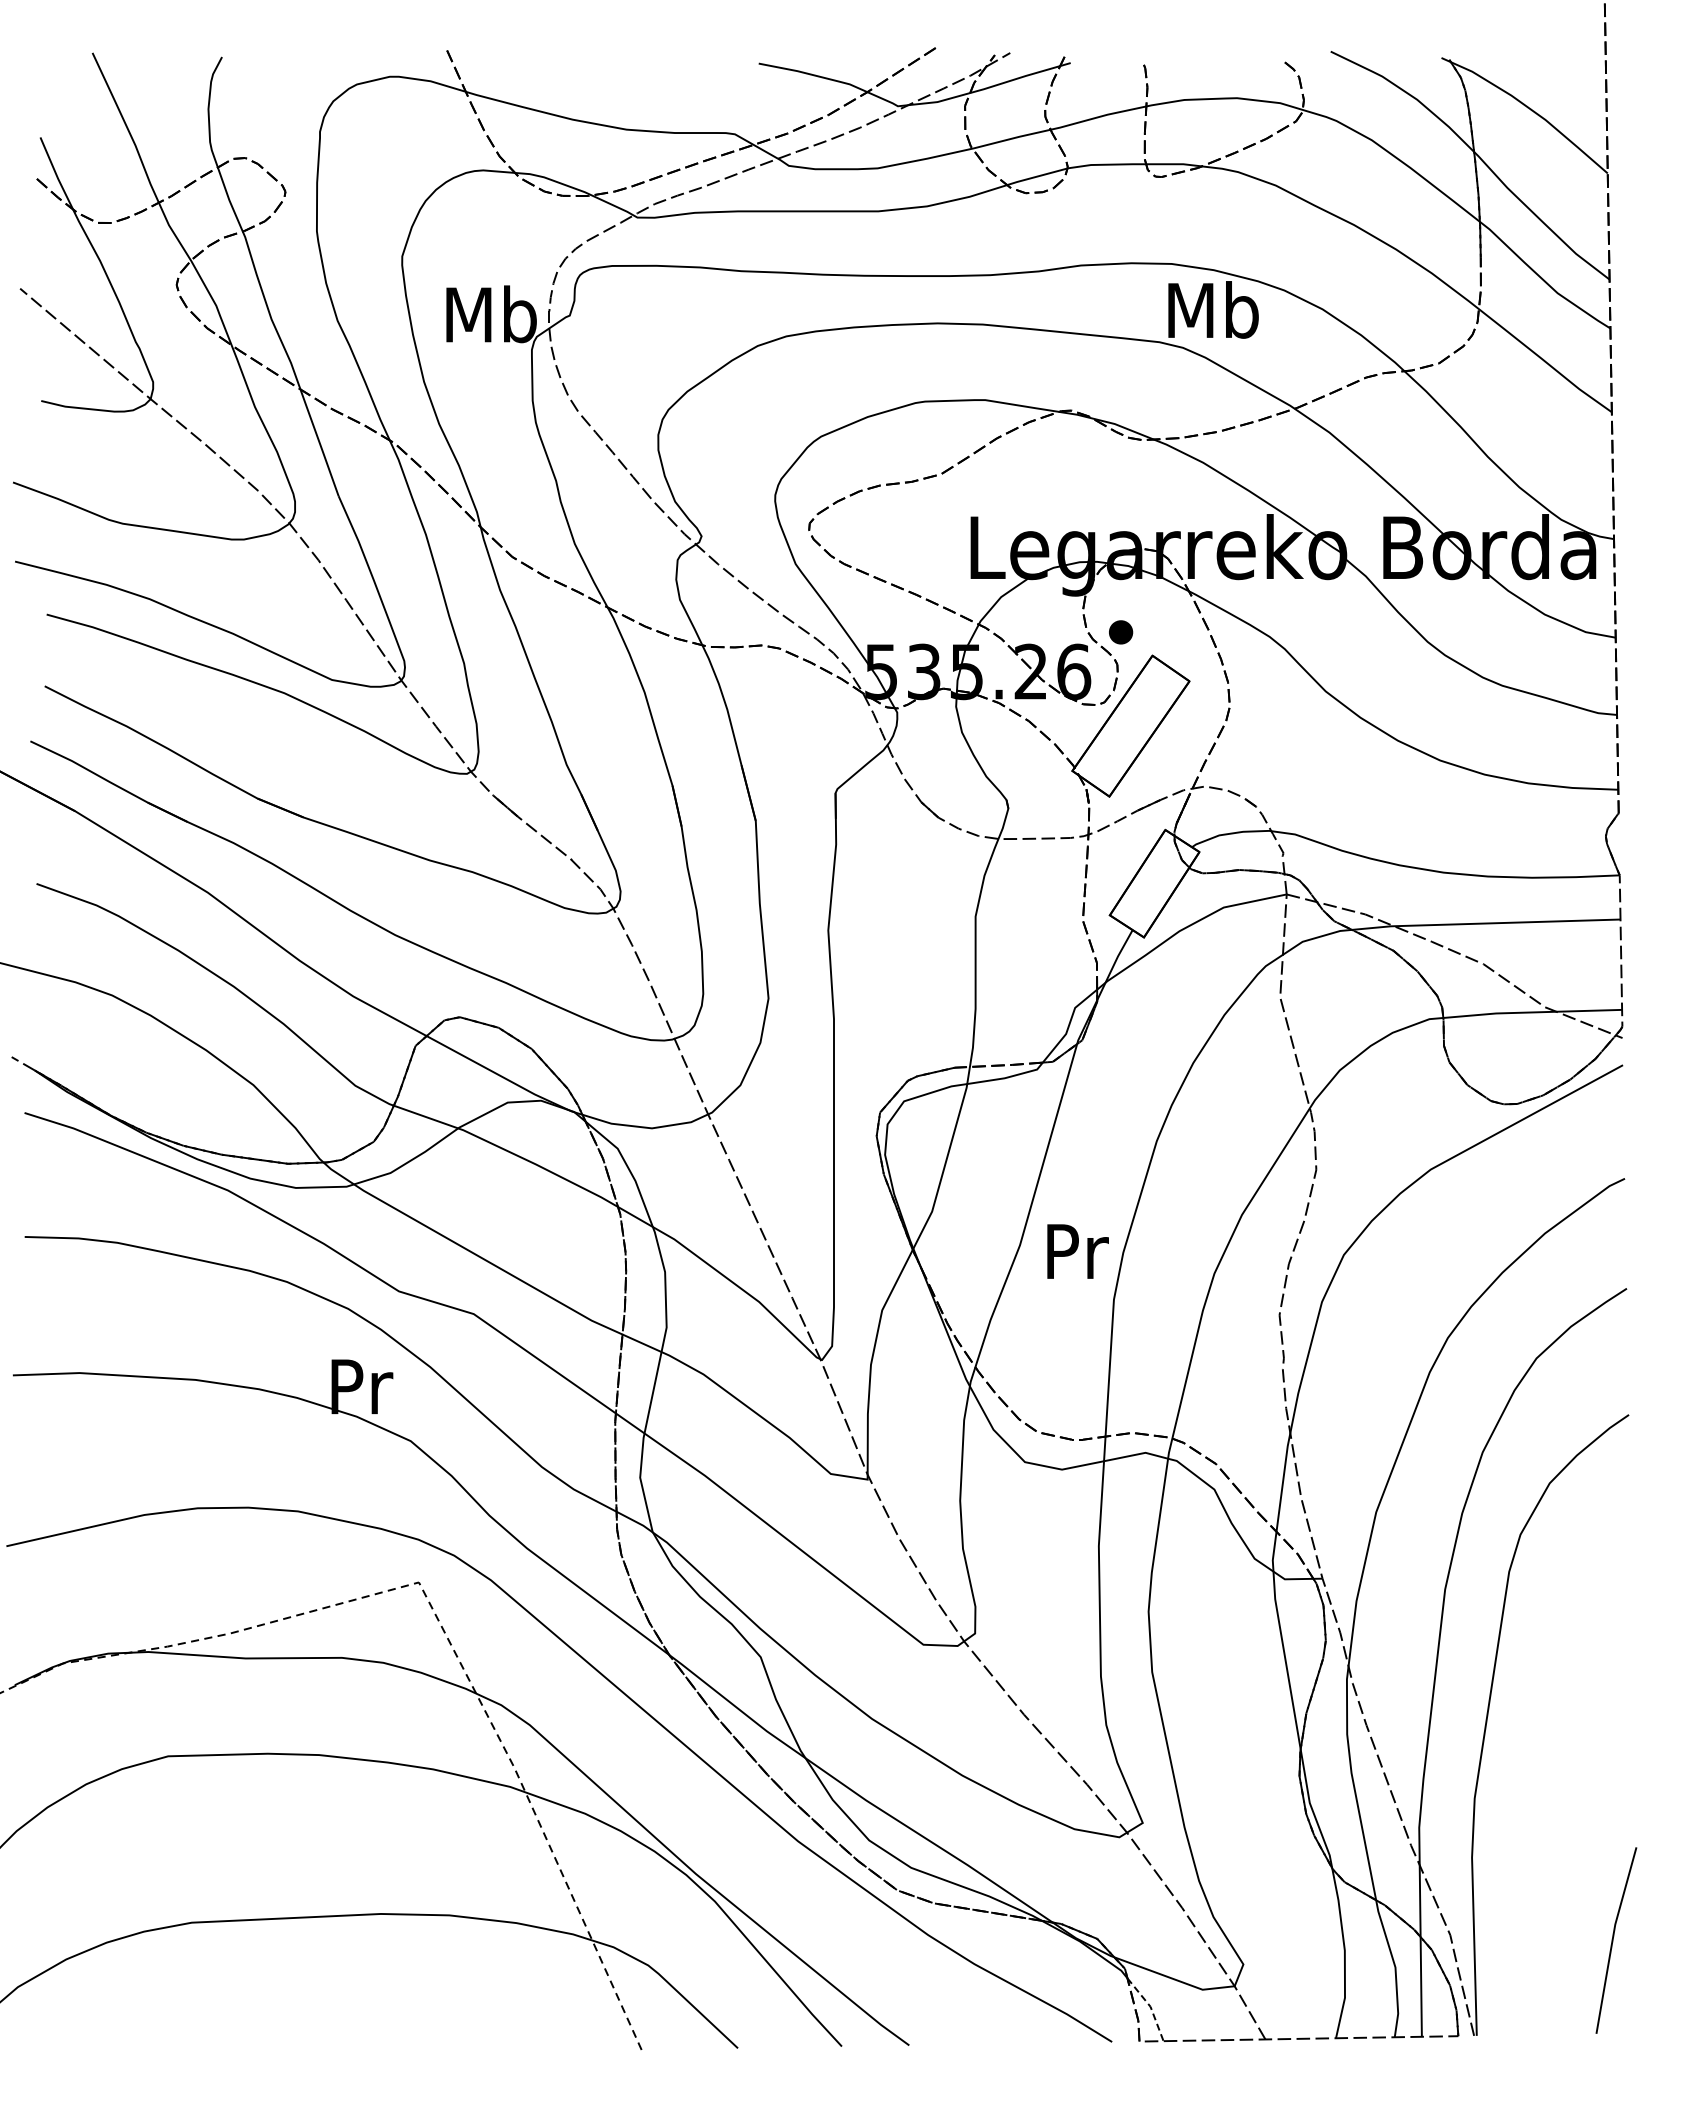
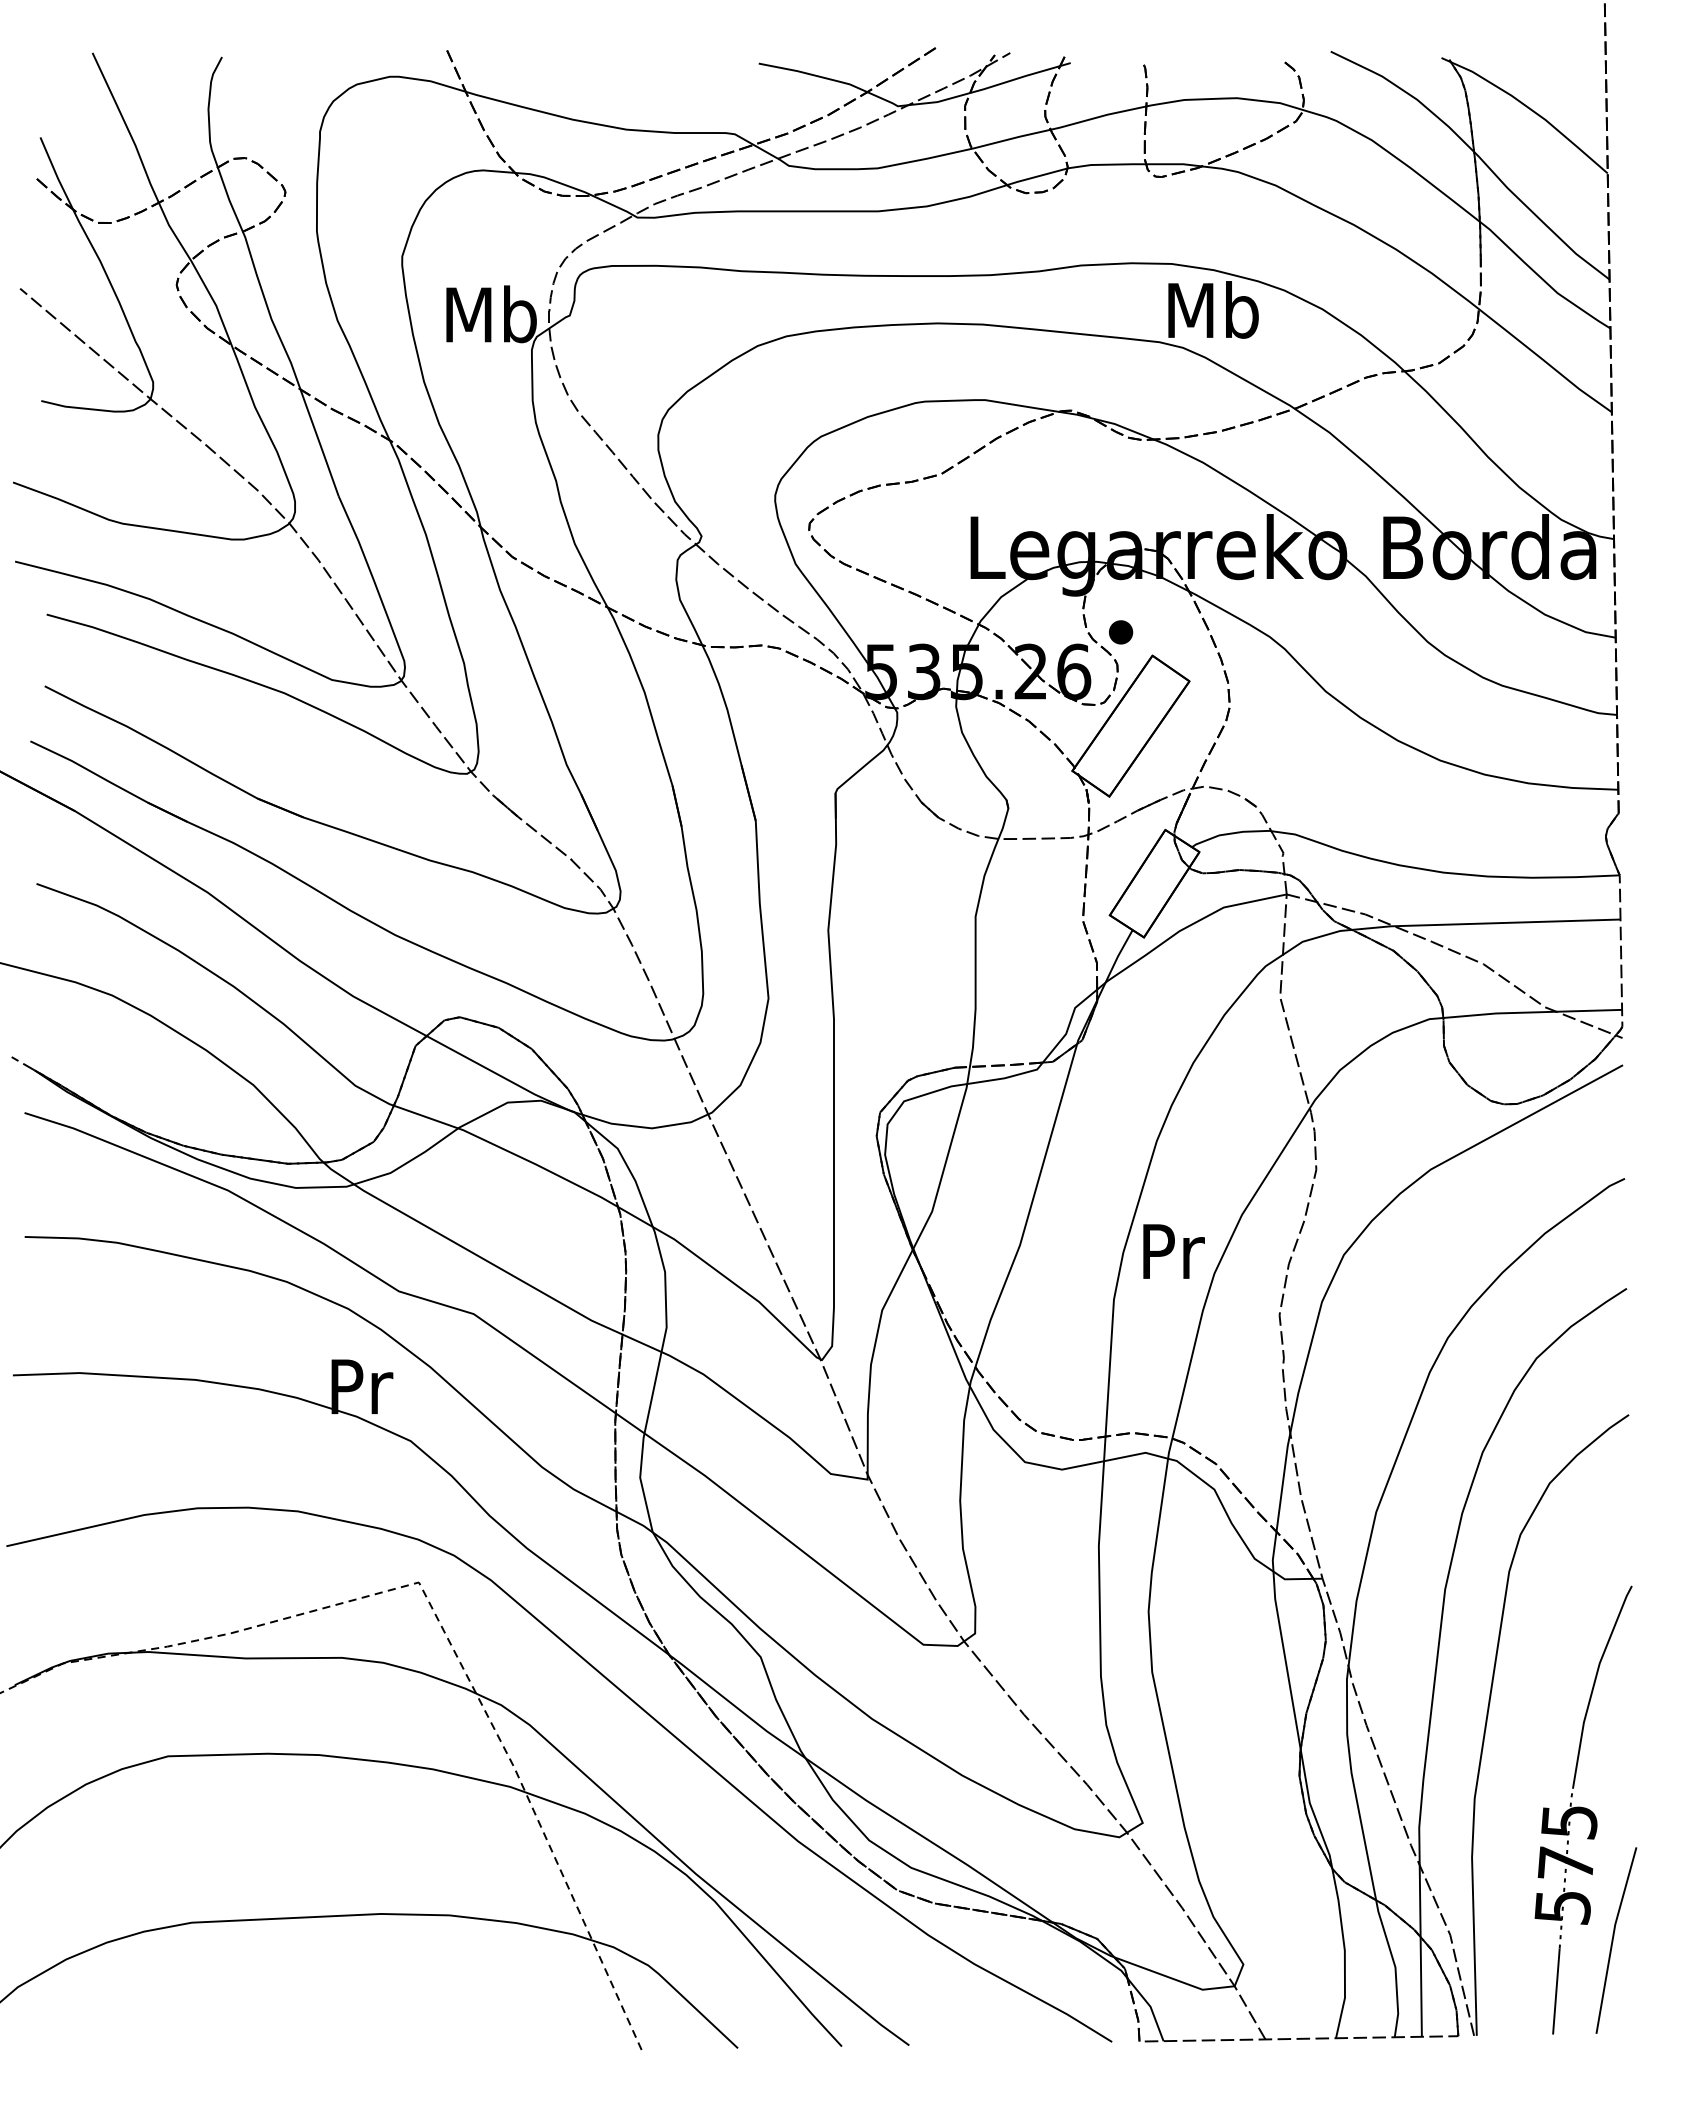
text at (1077, 1251) position: (1077, 1251) -> (1173, 1251)
part at (1583, 1809): none -> present
line at (1150, 2006): dashed -> solid
